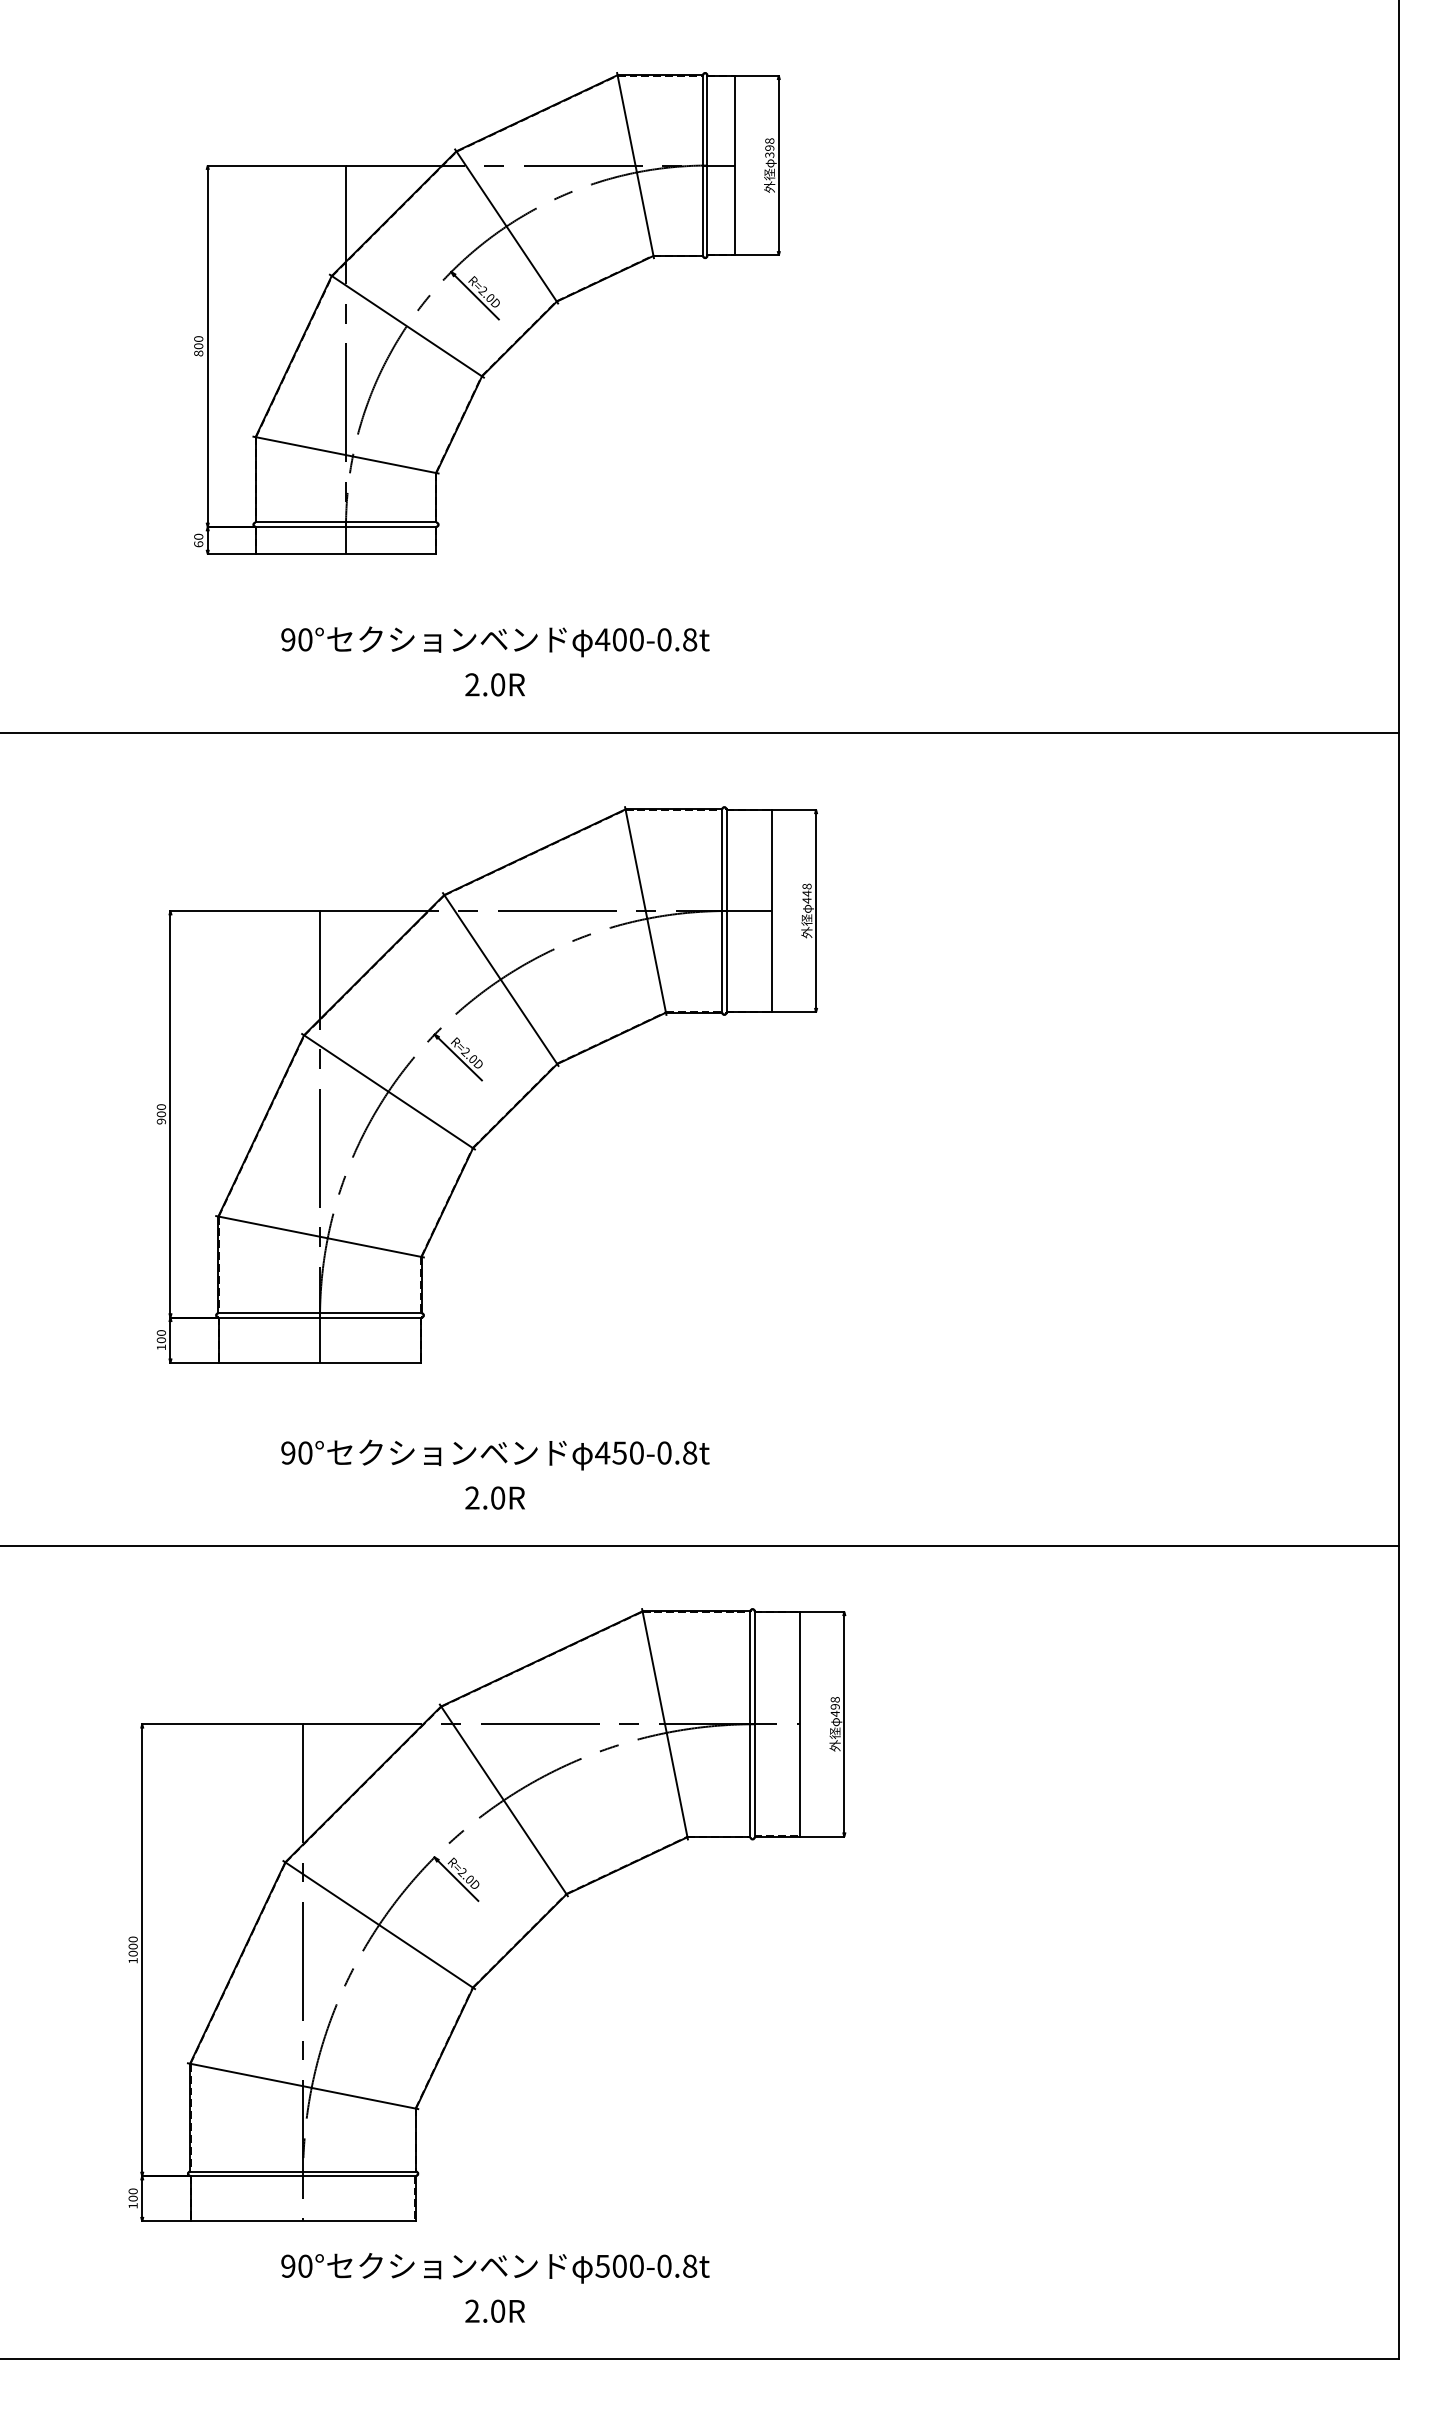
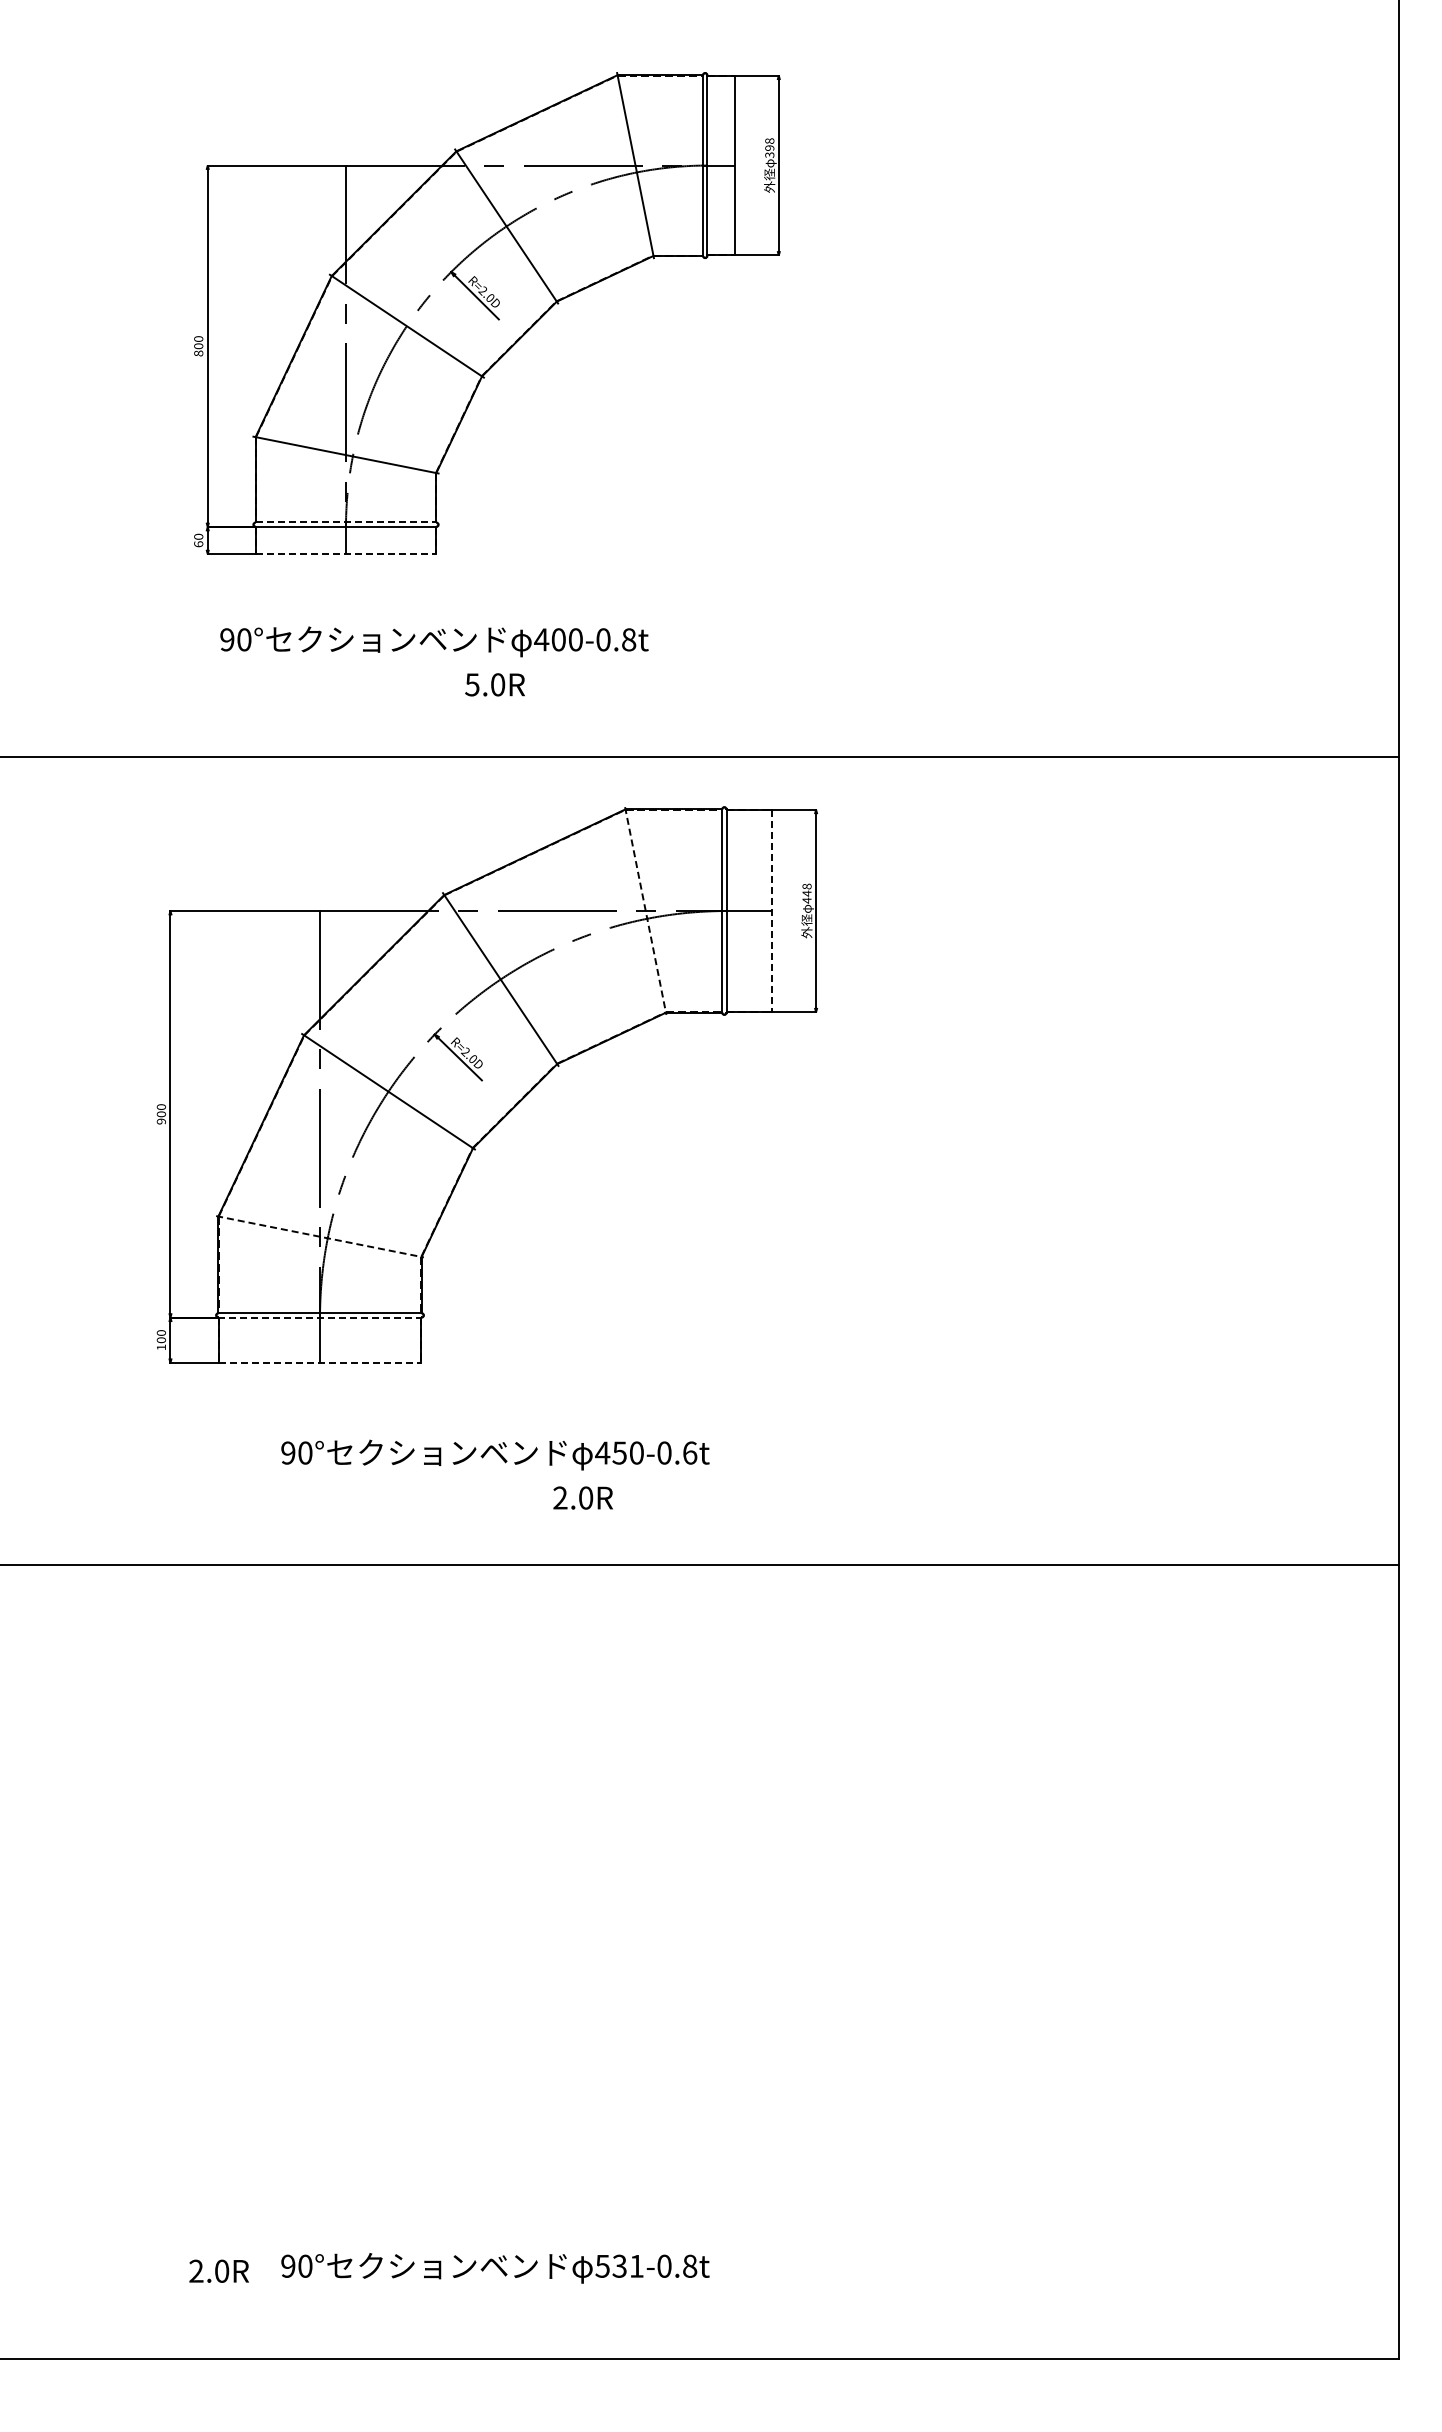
line at (346, 522): solid -> dashed
line at (346, 554): solid -> dashed
text at (495, 641) position: (495, 641) -> (434, 641)
text at (472, 684): 2.0R -> 5.0R
line at (700, 732) position: (700, 732) -> (700, 756)
line at (645, 911): solid -> dashed
line at (771, 911): solid -> dashed
line at (320, 1236): solid -> dashed
line at (320, 1317): solid -> dashed
line at (320, 1362): solid -> dashed
text at (690, 1452): 450-0.8t -> 450-0.6t
text at (494, 1497) position: (494, 1497) -> (582, 1497)
line at (700, 1545) position: (700, 1545) -> (700, 1564)
part at (487, 1914): present -> none
text at (627, 2265): 500-0.8t -> 531-0.8t
text at (494, 2310) position: (494, 2310) -> (218, 2270)
